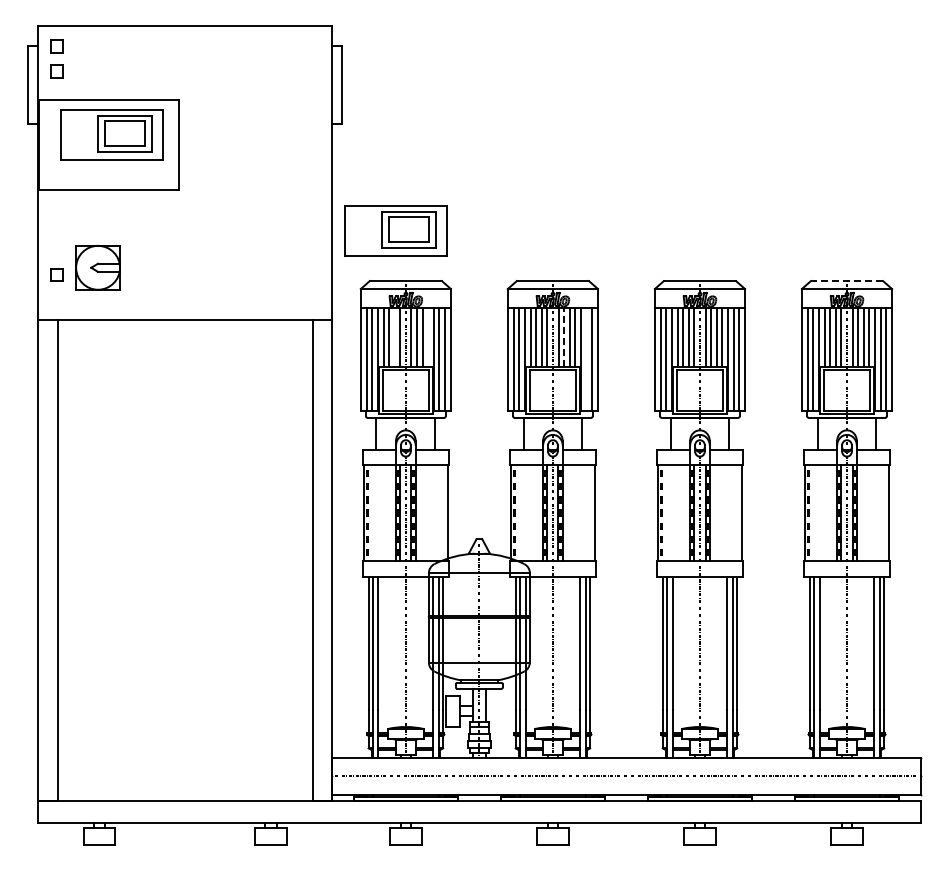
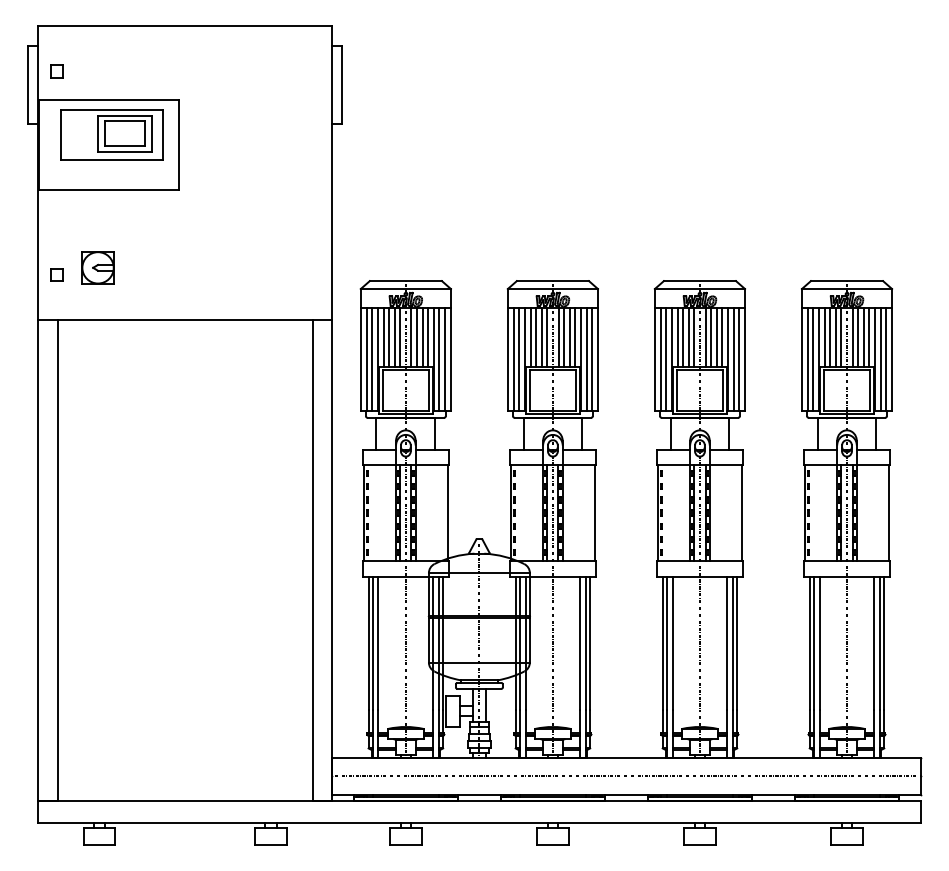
part at (56, 46): present -> none
part at (395, 230): present -> none
part at (97, 267) size: 46x46 px -> 34x34 px
line at (846, 281): dashed -> solid
line at (394, 337): none -> present
line at (428, 337): none -> present
line at (564, 337): dashed -> solid
line at (586, 359): none -> present
